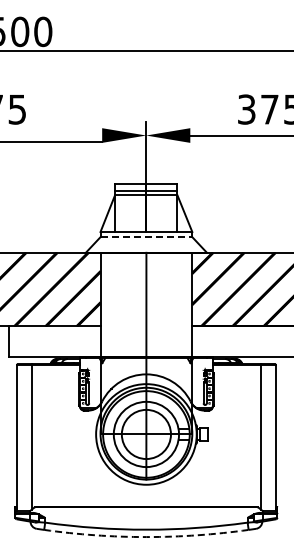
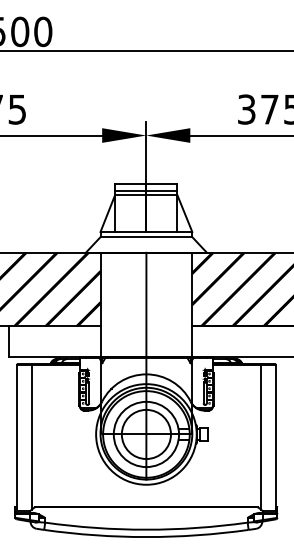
line at (52, 141) position: (52, 141) -> (52, 135)
line at (146, 237): dashed -> solid
arc at (146, 537): dashed -> solid
